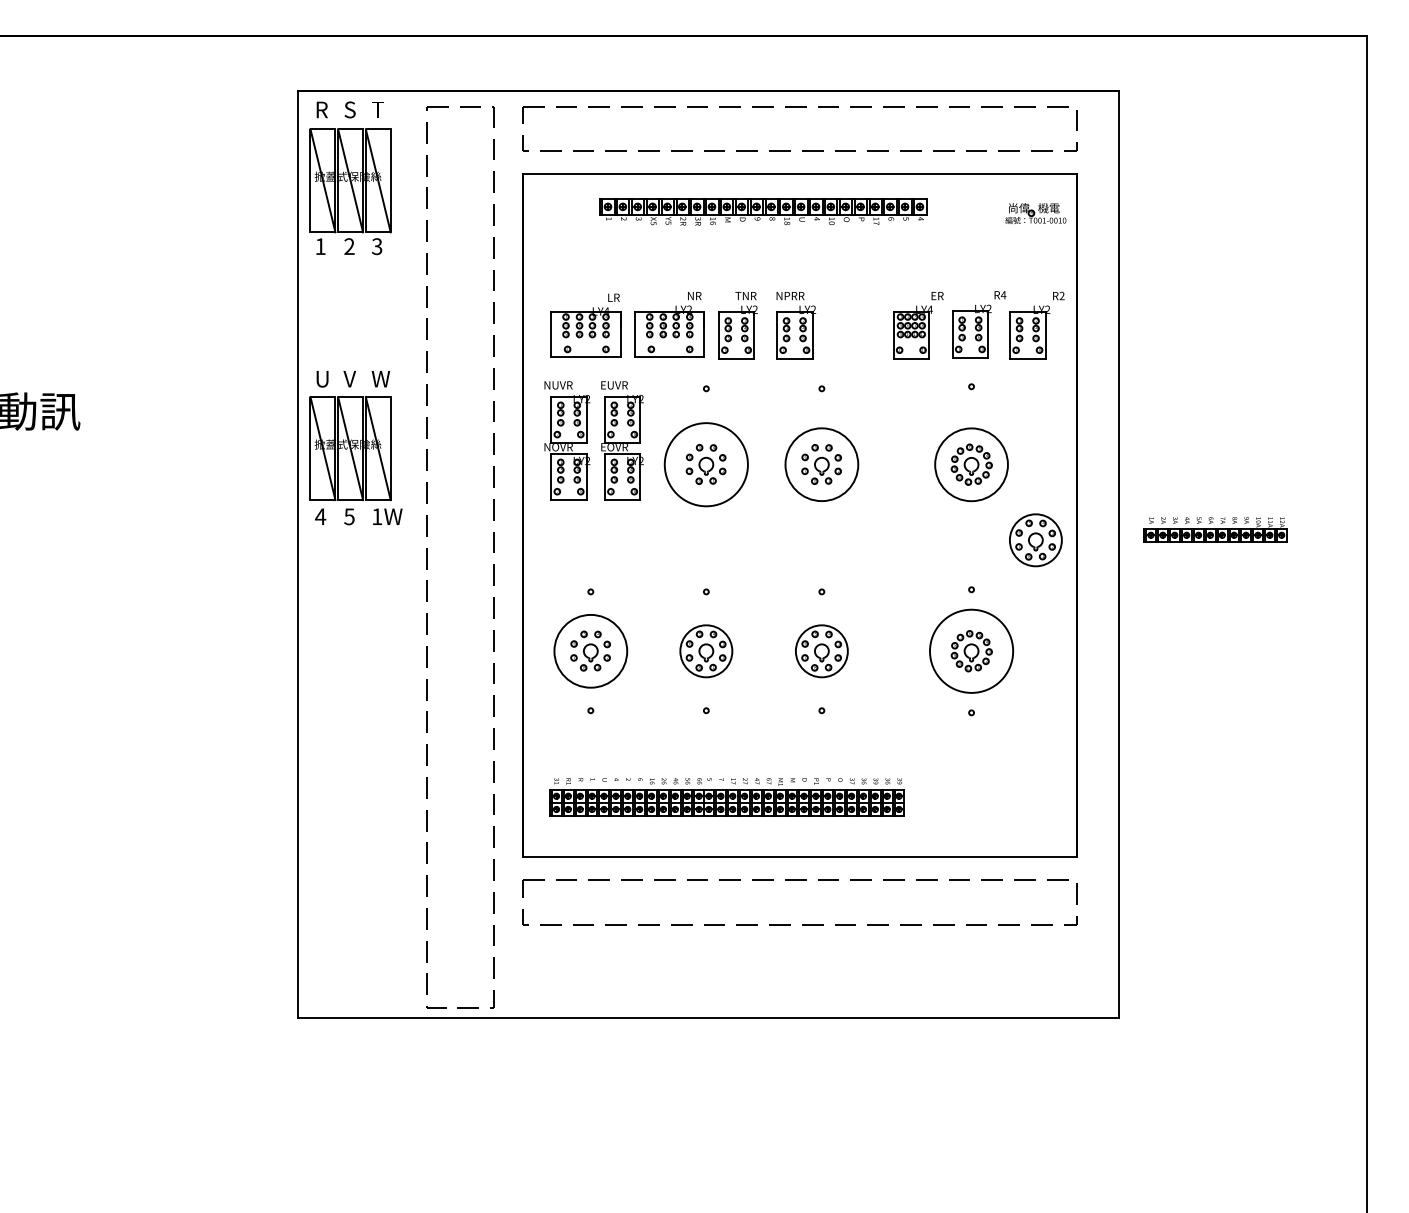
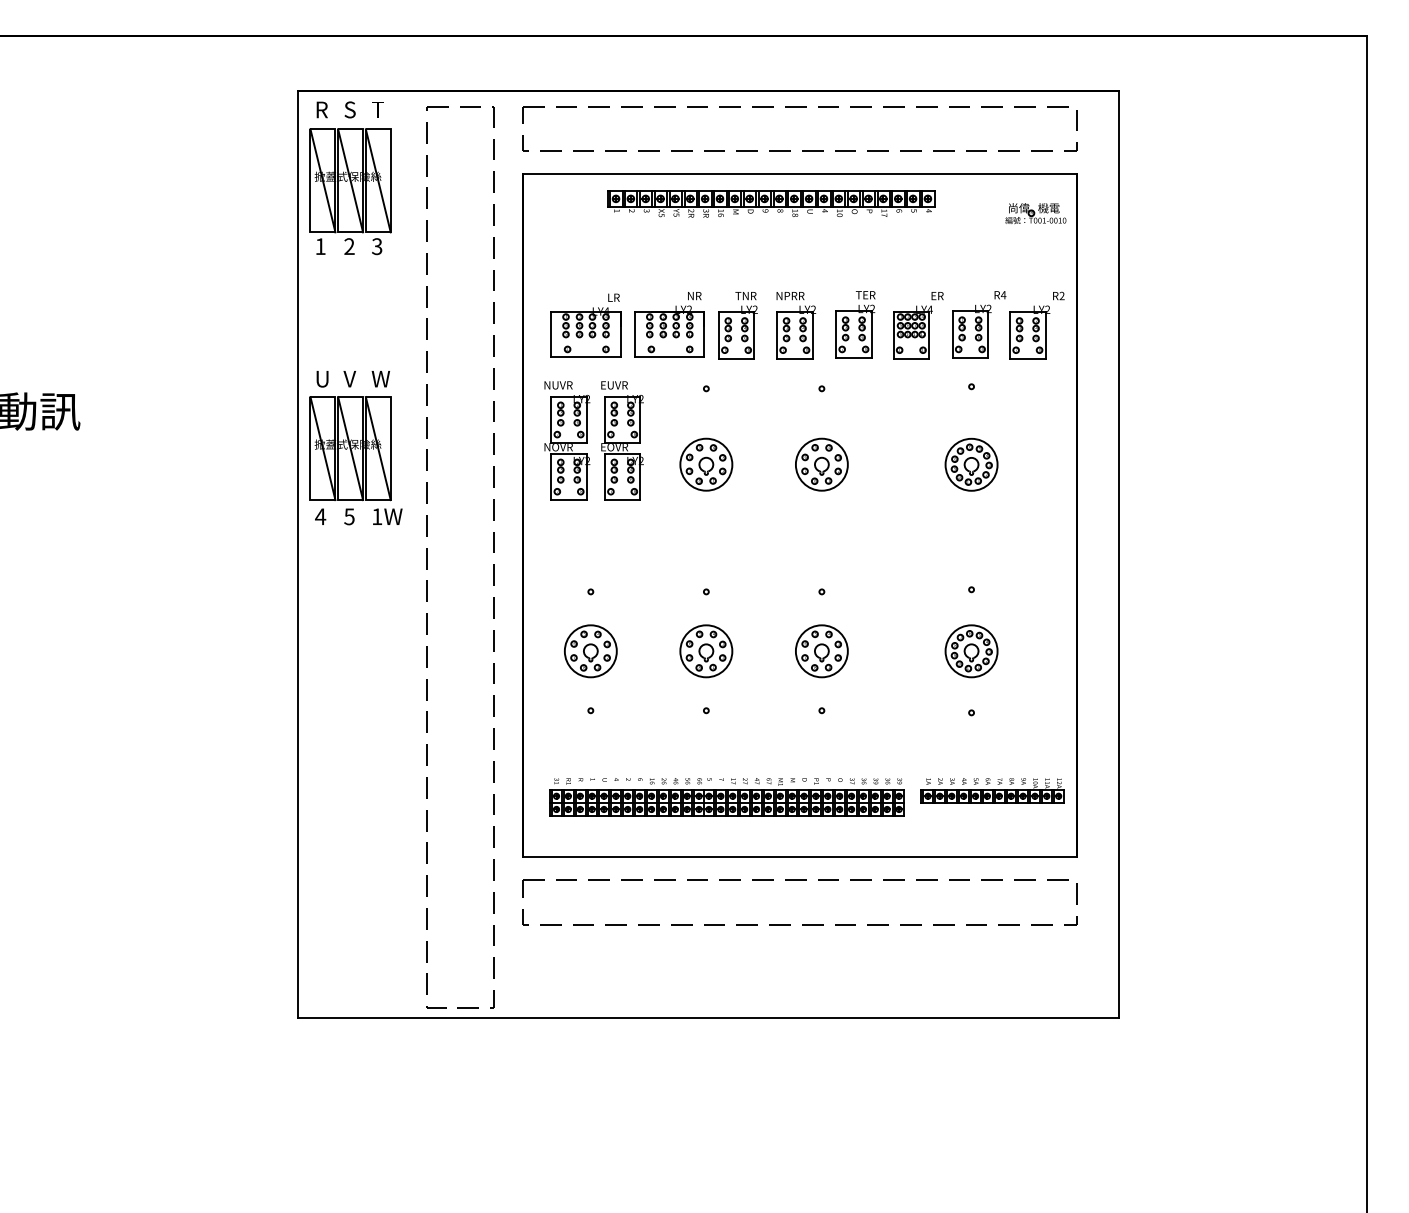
part at (763, 211) position: (763, 211) -> (771, 203)
part at (855, 324): none -> present
circle at (705, 464) diameter: 83 px -> 52 px
circle at (821, 464) diameter: 73 px -> 52 px
circle at (971, 464) diameter: 73 px -> 52 px
part at (1215, 529) position: (1215, 529) -> (992, 790)
part at (1035, 540): present -> none
circle at (590, 650) diameter: 73 px -> 52 px
circle at (971, 650) diameter: 83 px -> 52 px
